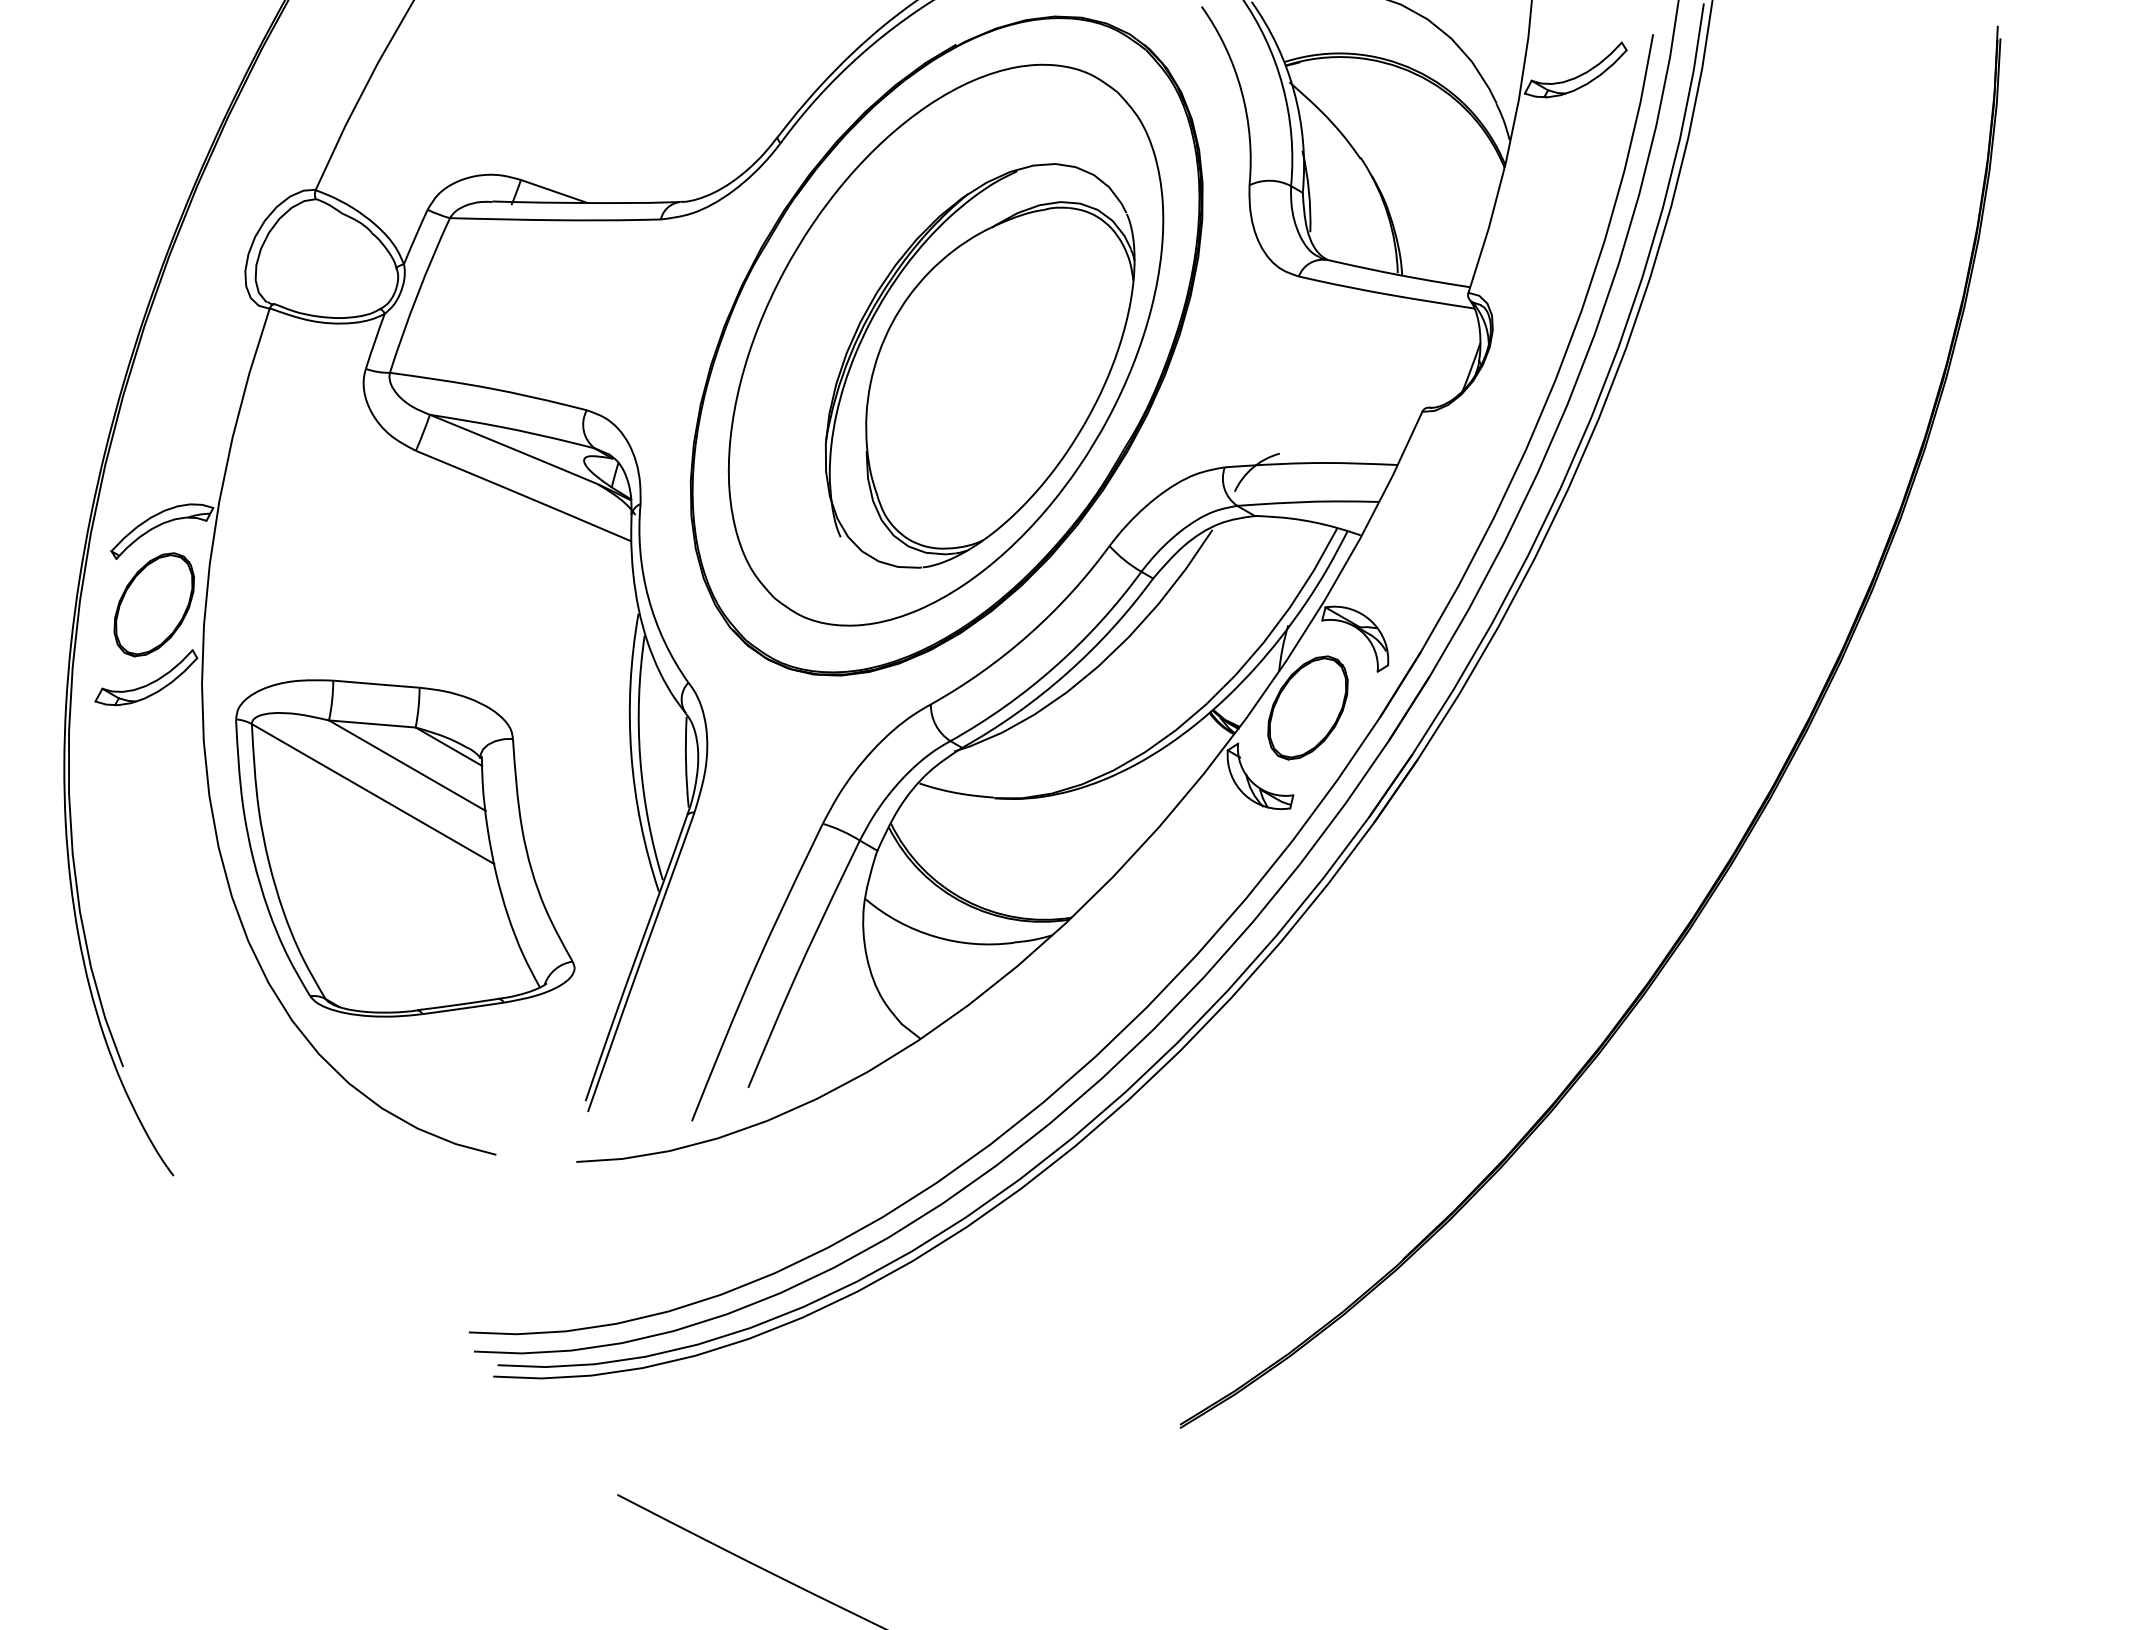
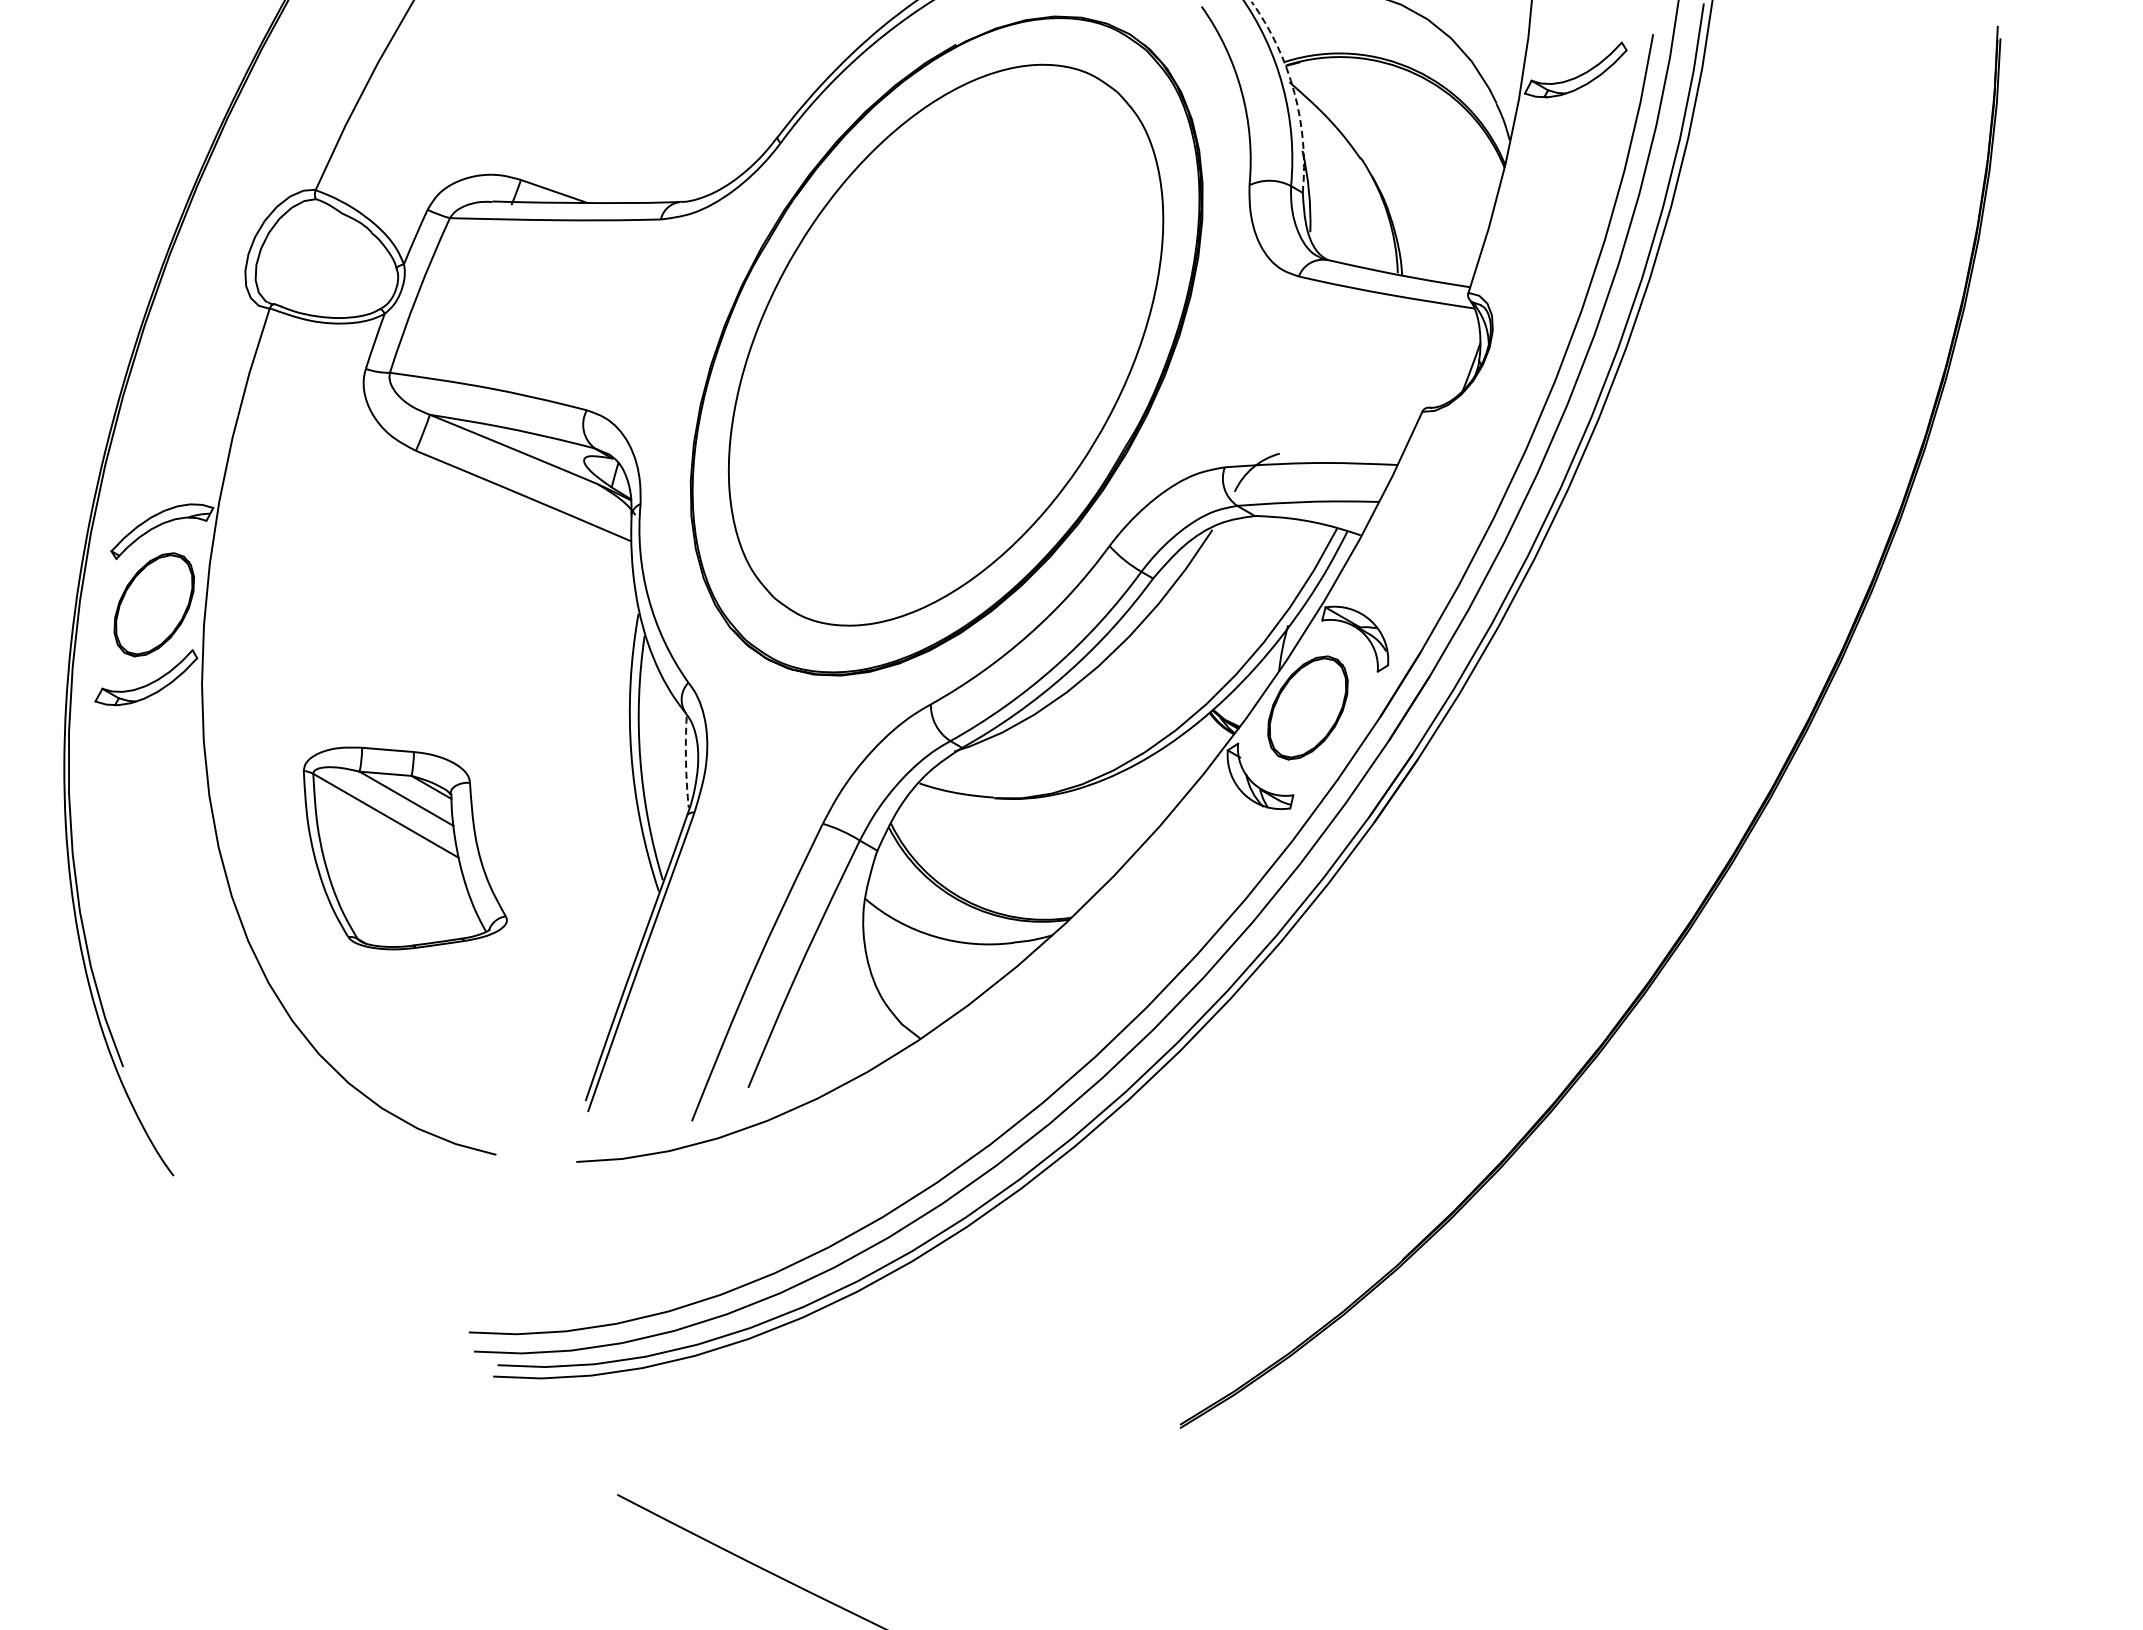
arc at (1294, 92): solid -> dashed
part at (980, 365): present -> none
arc at (686, 762): solid -> dashed
part at (405, 848) size: 341x339 px -> 205x205 px
